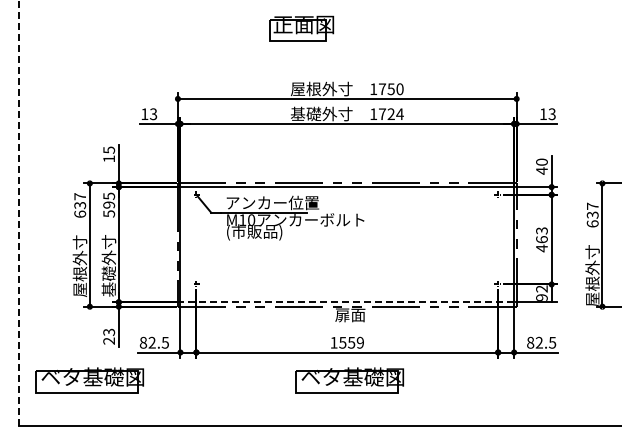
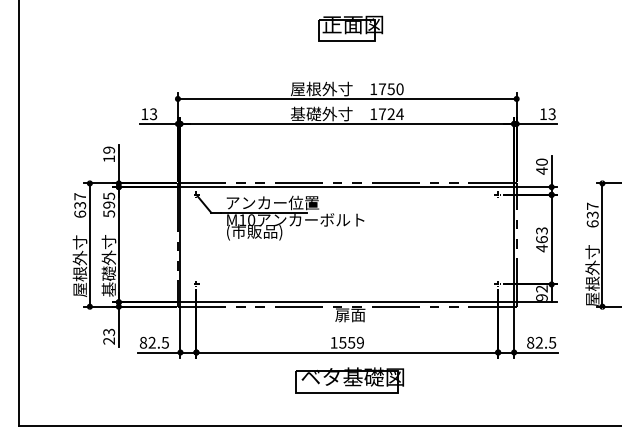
part at (301, 28) position: (301, 28) -> (350, 28)
text at (108, 149): 15 -> 19
line at (18, 212): dashed -> solid
line at (347, 302): dashed -> solid
part at (89, 380): present -> none
